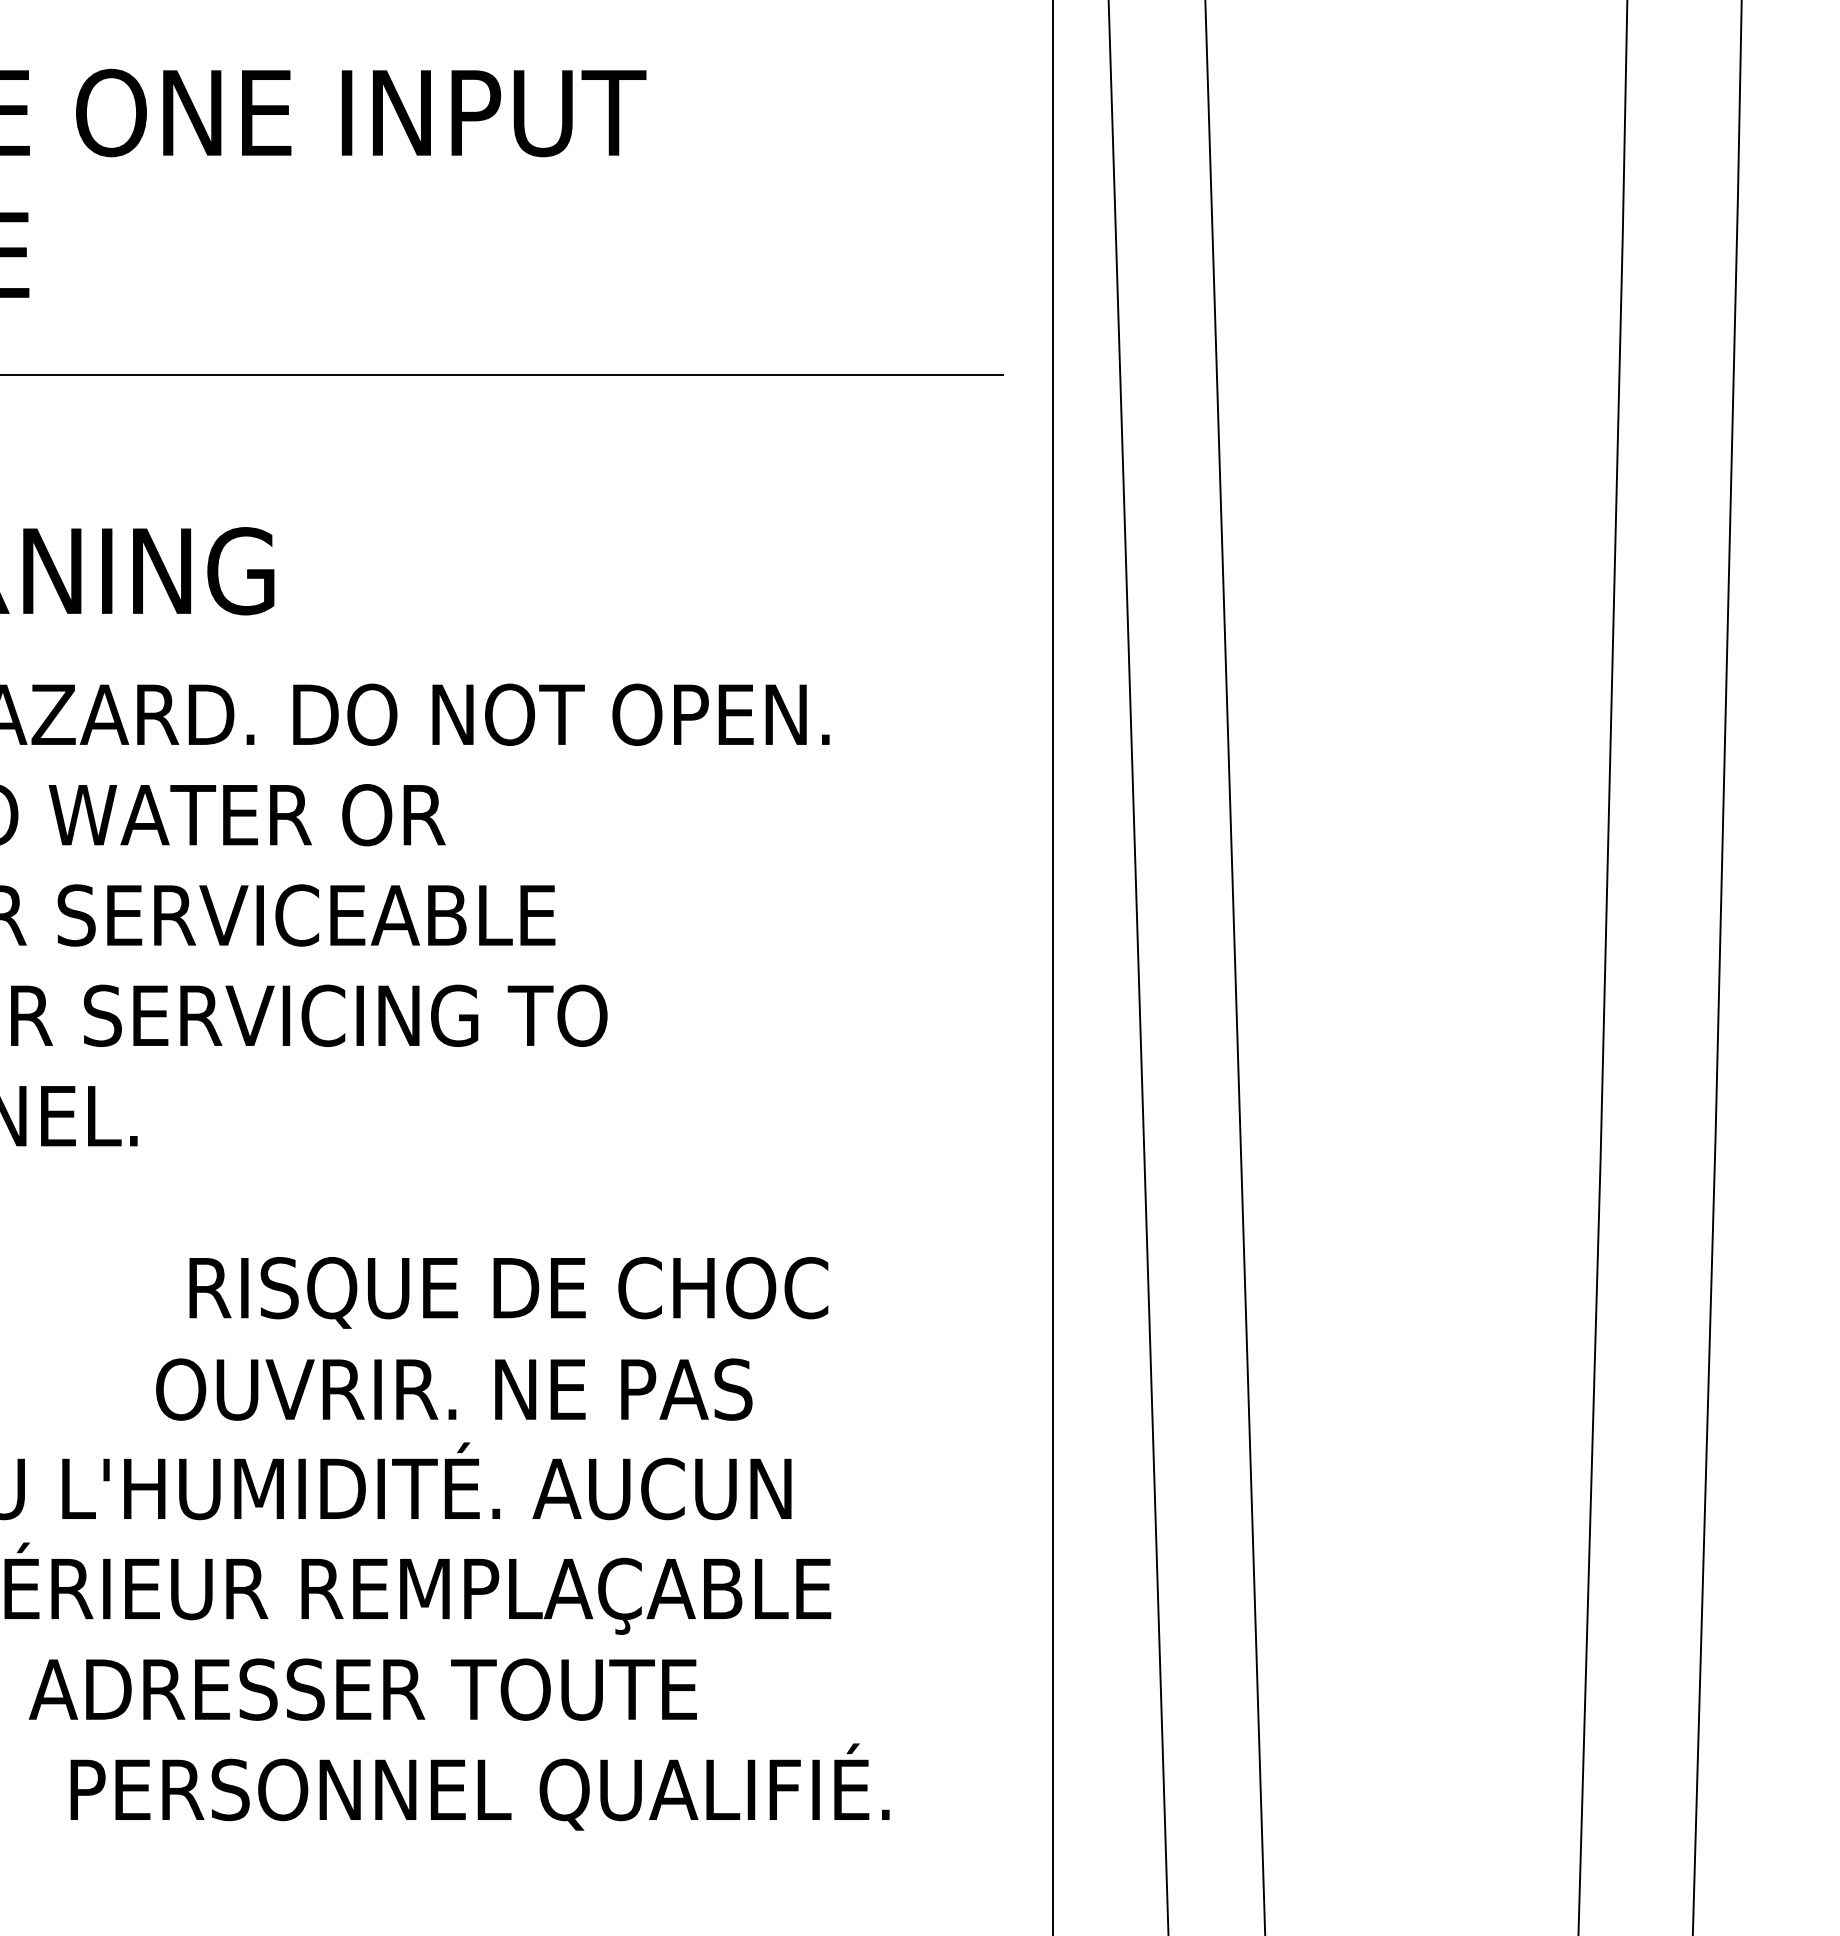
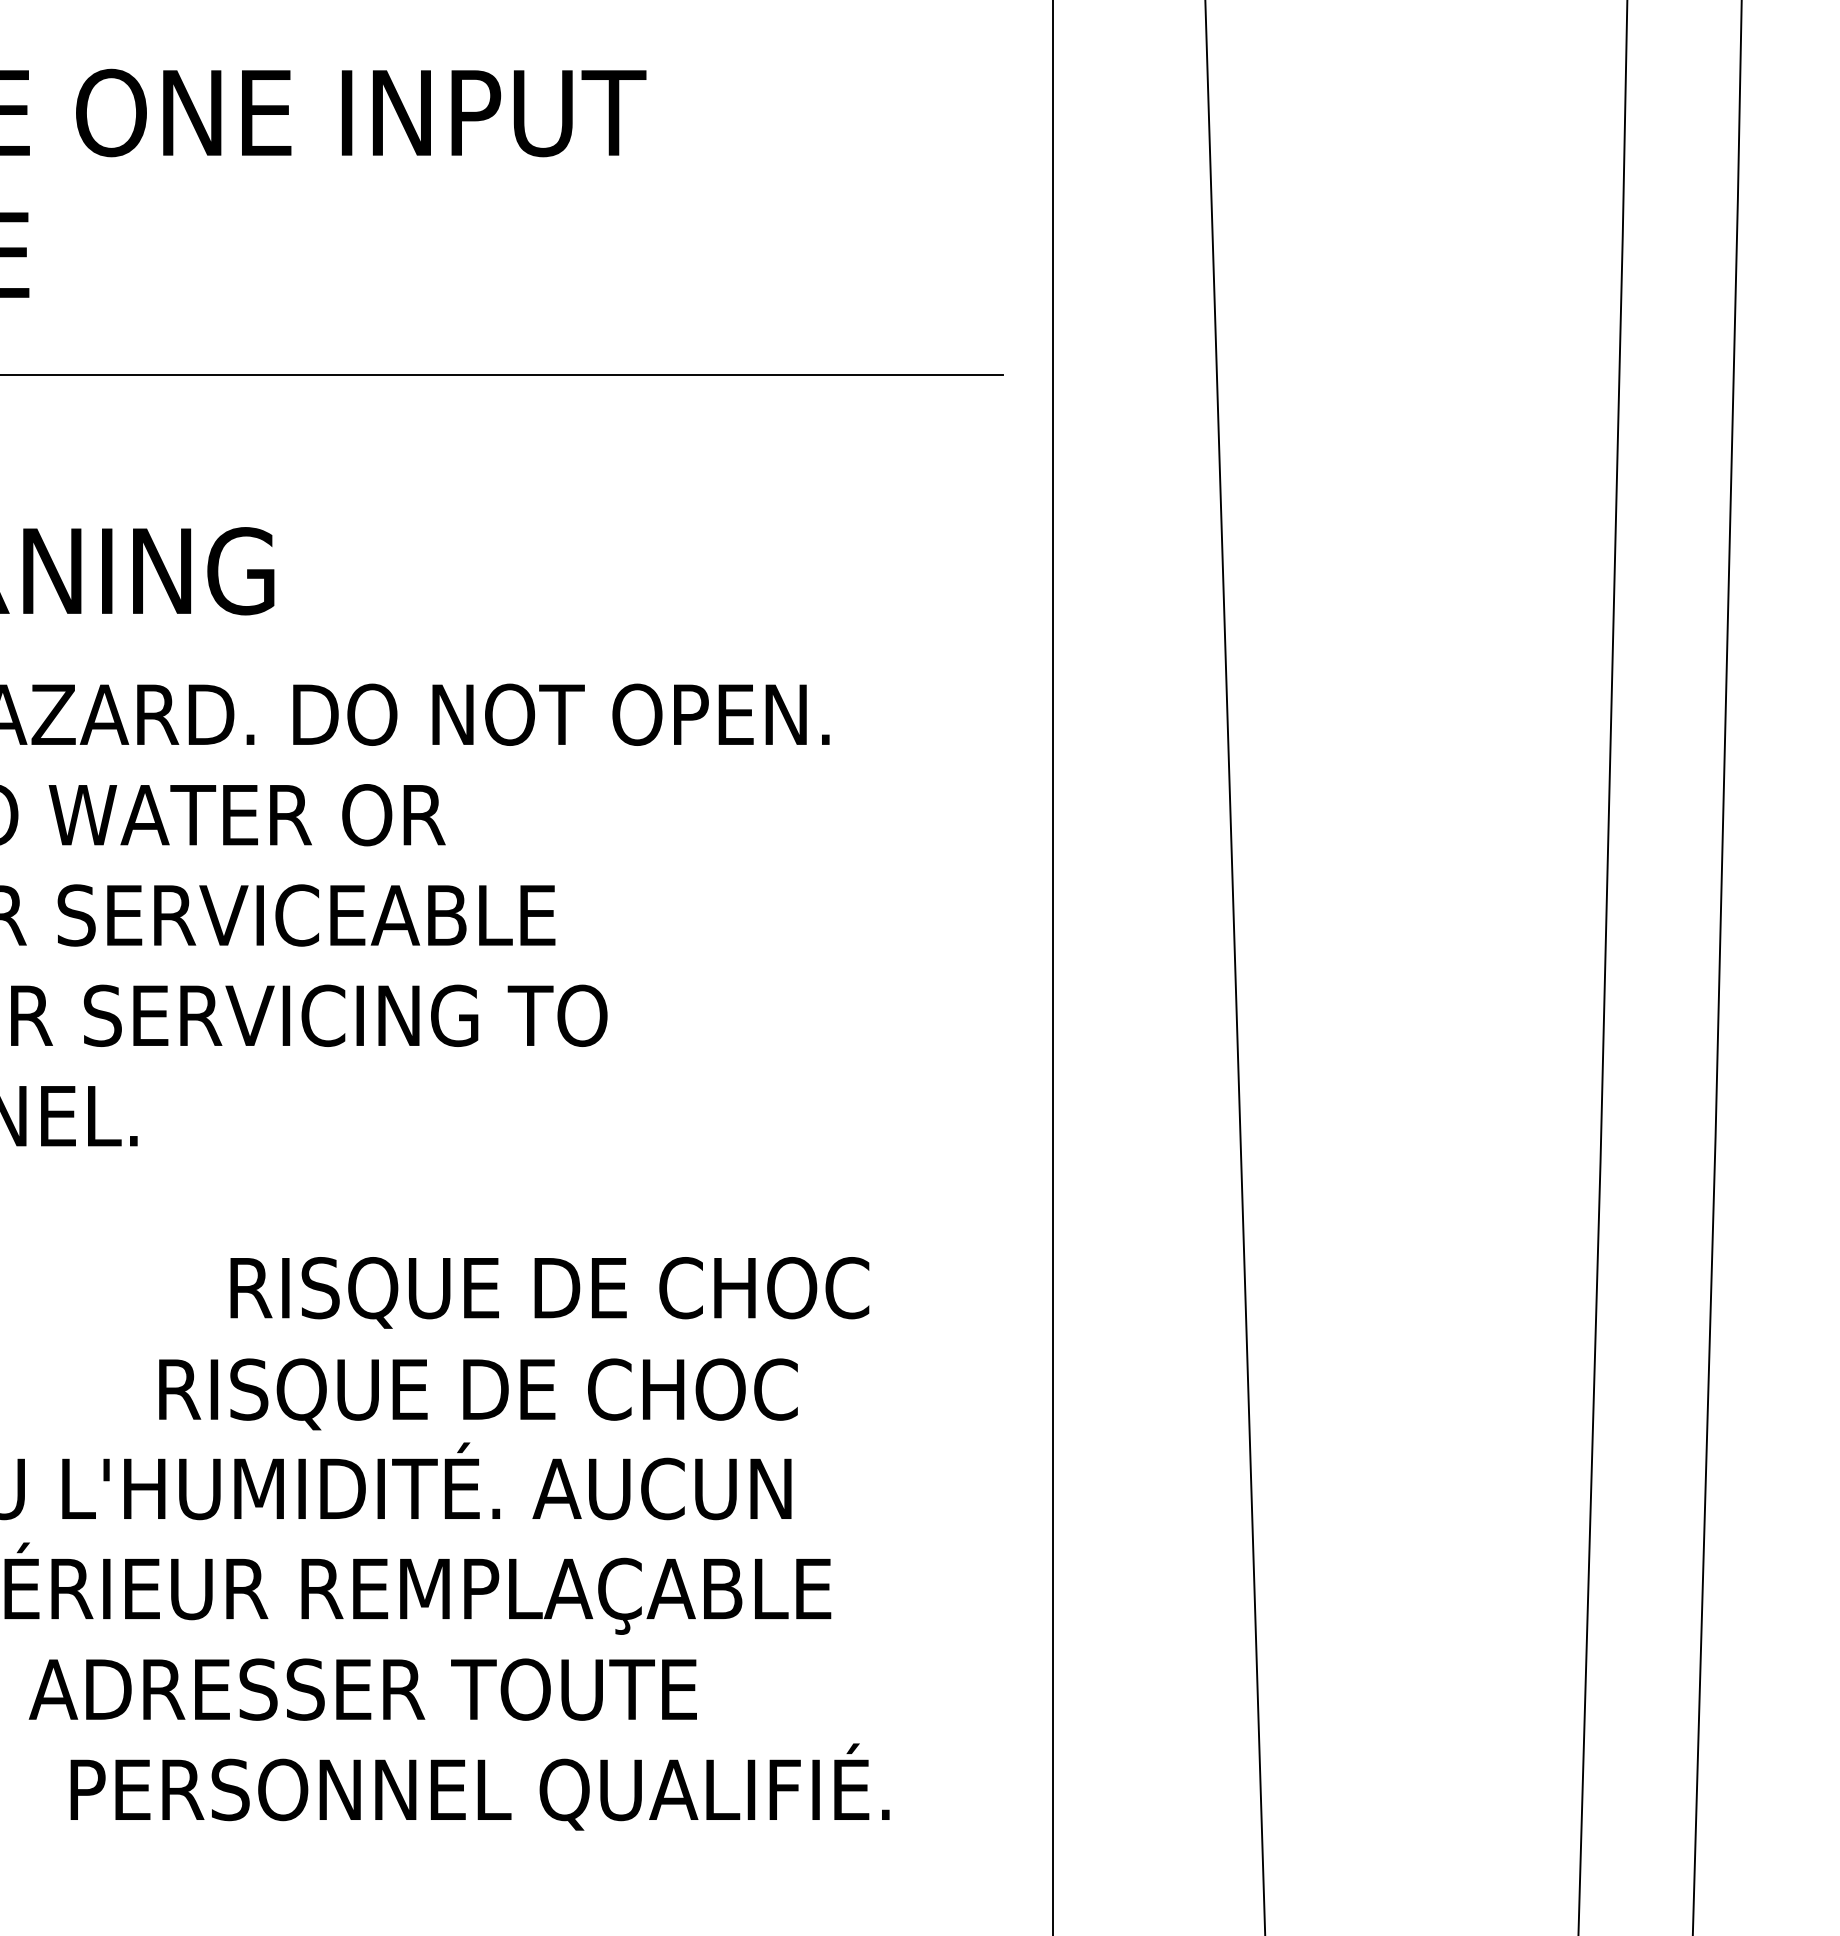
line at (1138, 967): present -> none
text at (508, 1292) position: (508, 1292) -> (549, 1292)
text at (476, 1394): OUVRIR. NE PAS -> RISQUE DE CHOC
